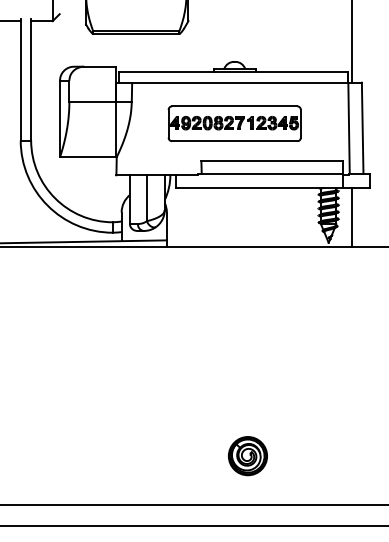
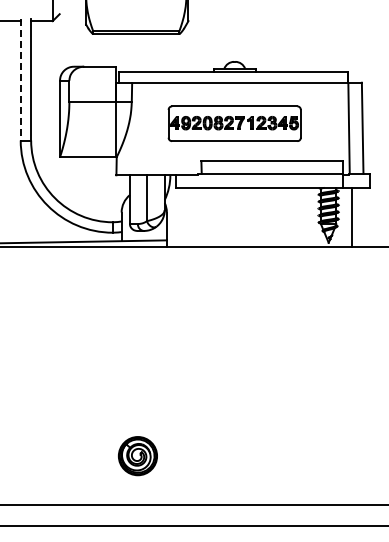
line at (352, 42): present -> none
line at (20, 79): solid -> dashed
part at (247, 456) position: (247, 456) -> (137, 456)
